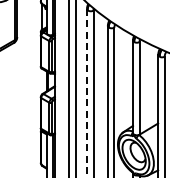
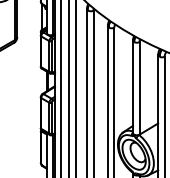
line at (61, 88): none -> present
line at (87, 93): dashed -> solid
